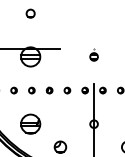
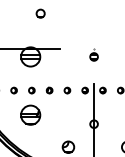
part at (30, 13) position: (30, 13) -> (40, 13)
part at (30, 123) position: (30, 123) -> (30, 114)
part at (60, 146) position: (60, 146) -> (68, 146)
